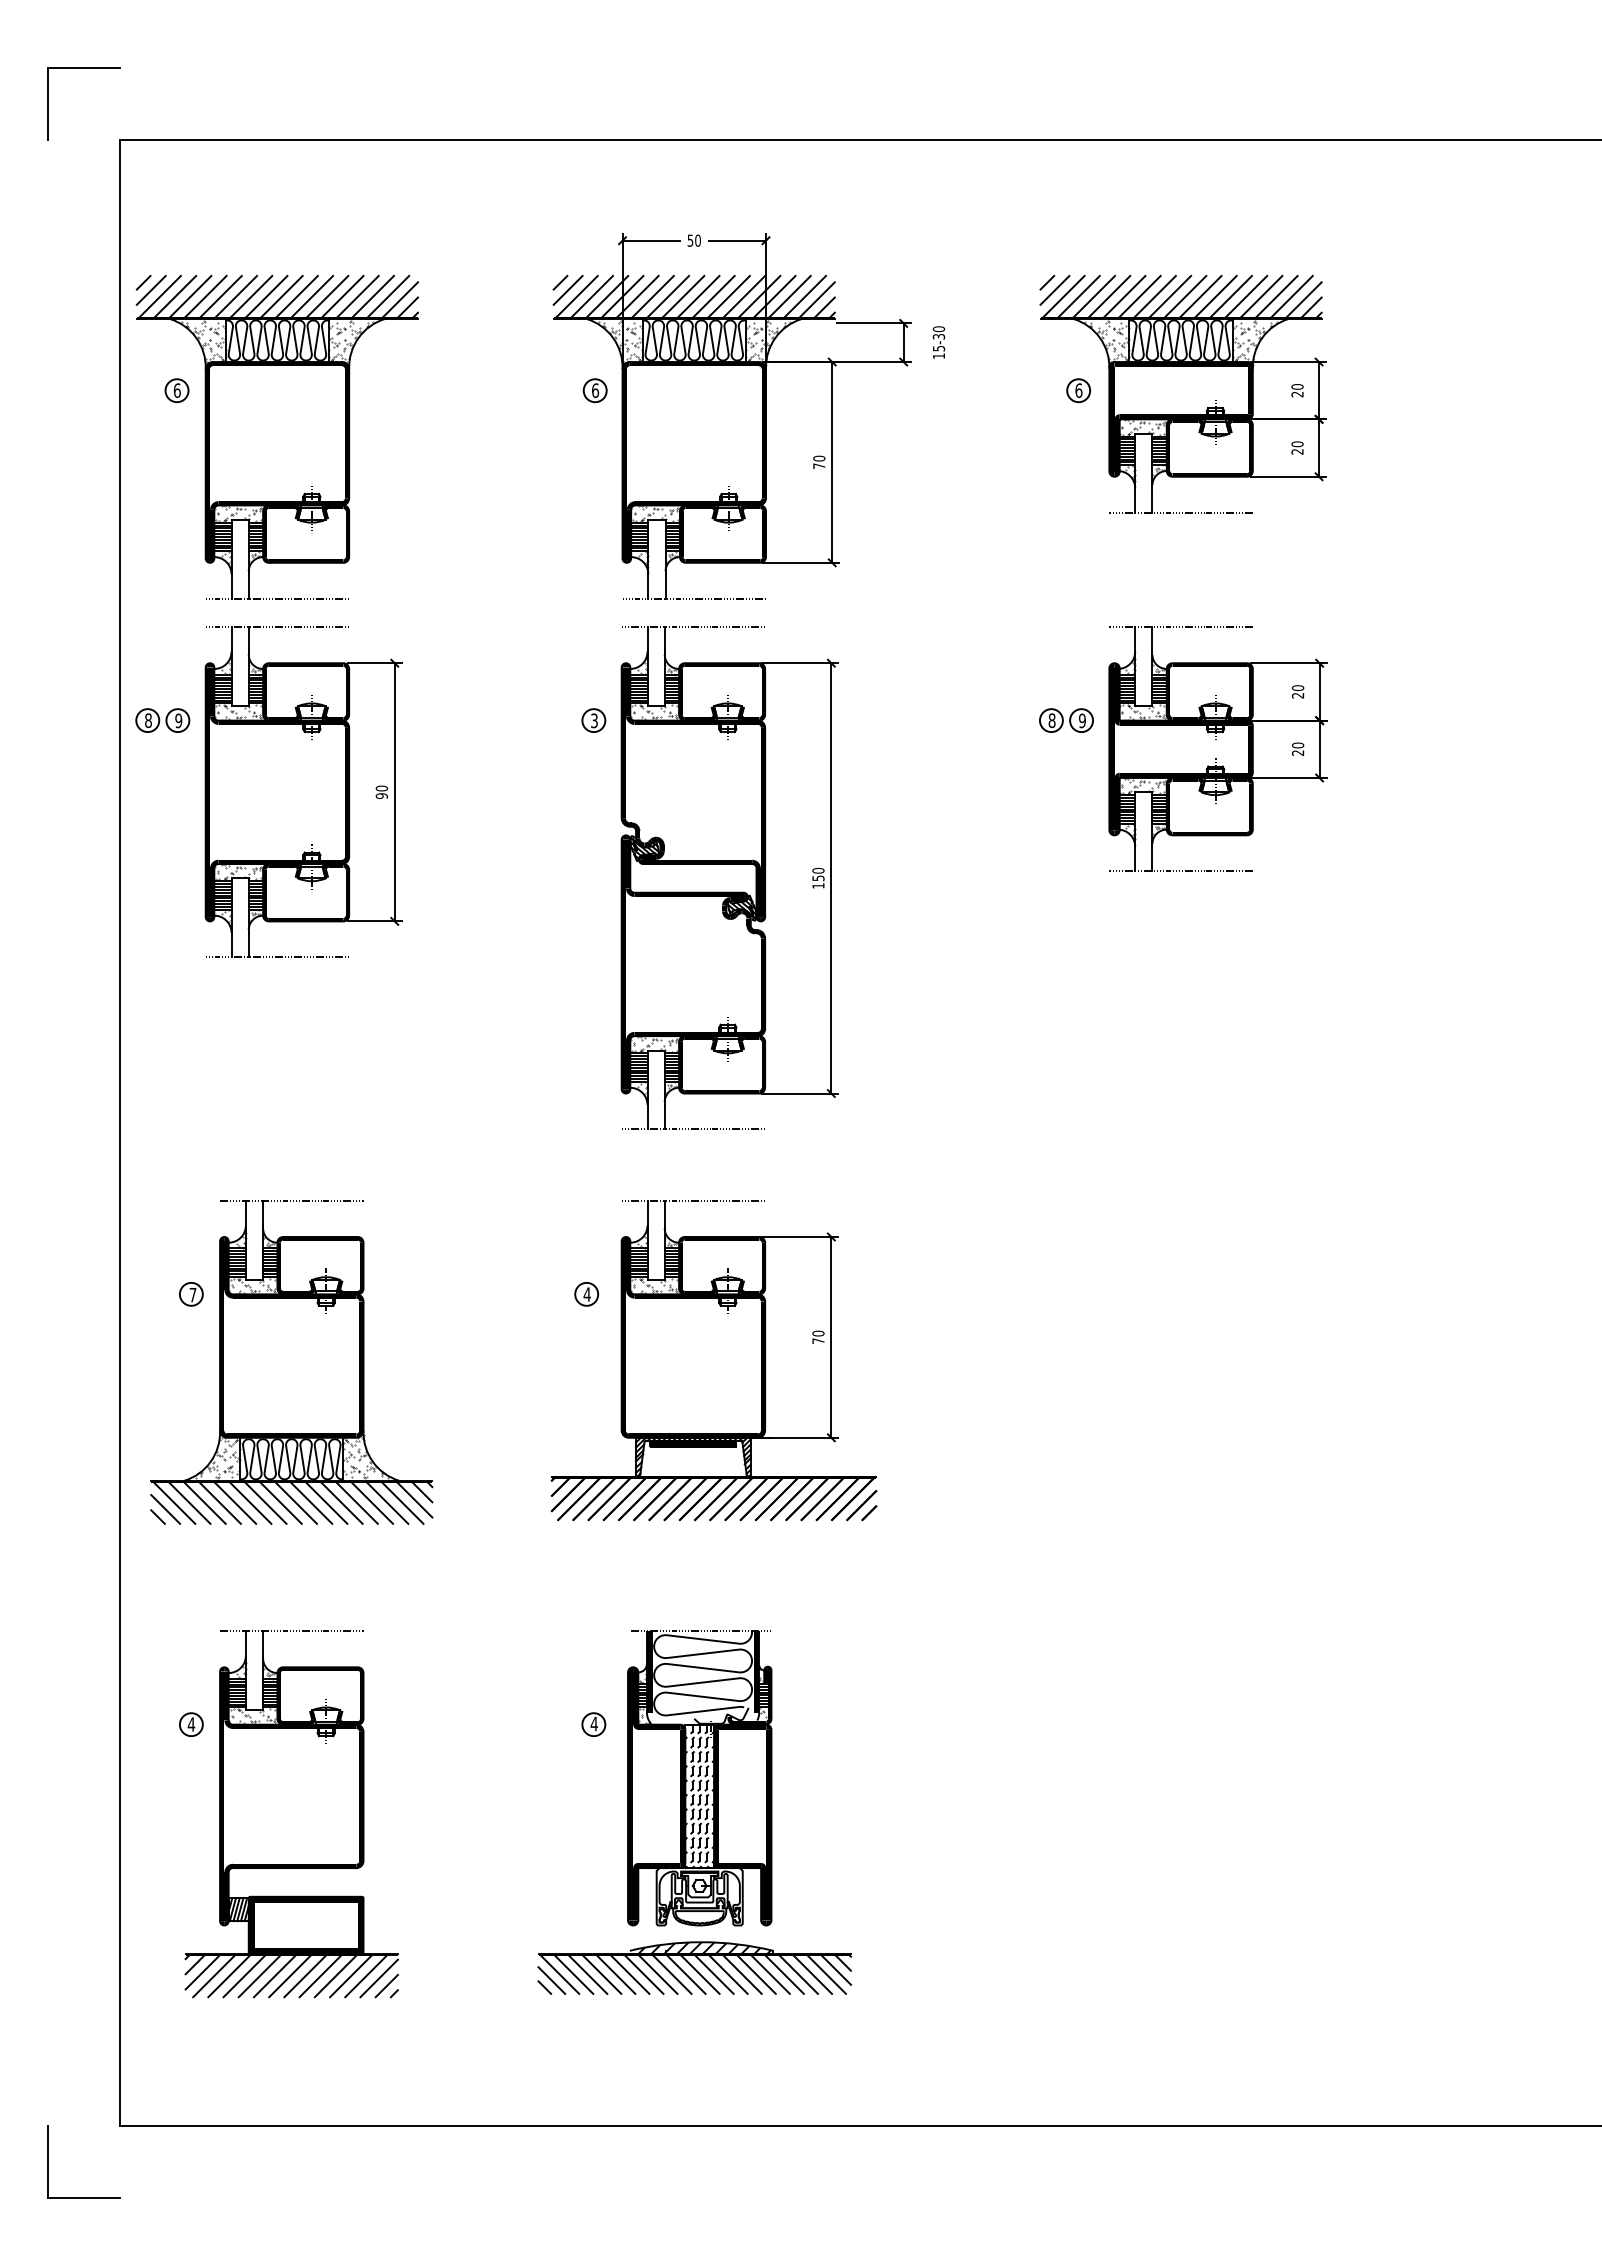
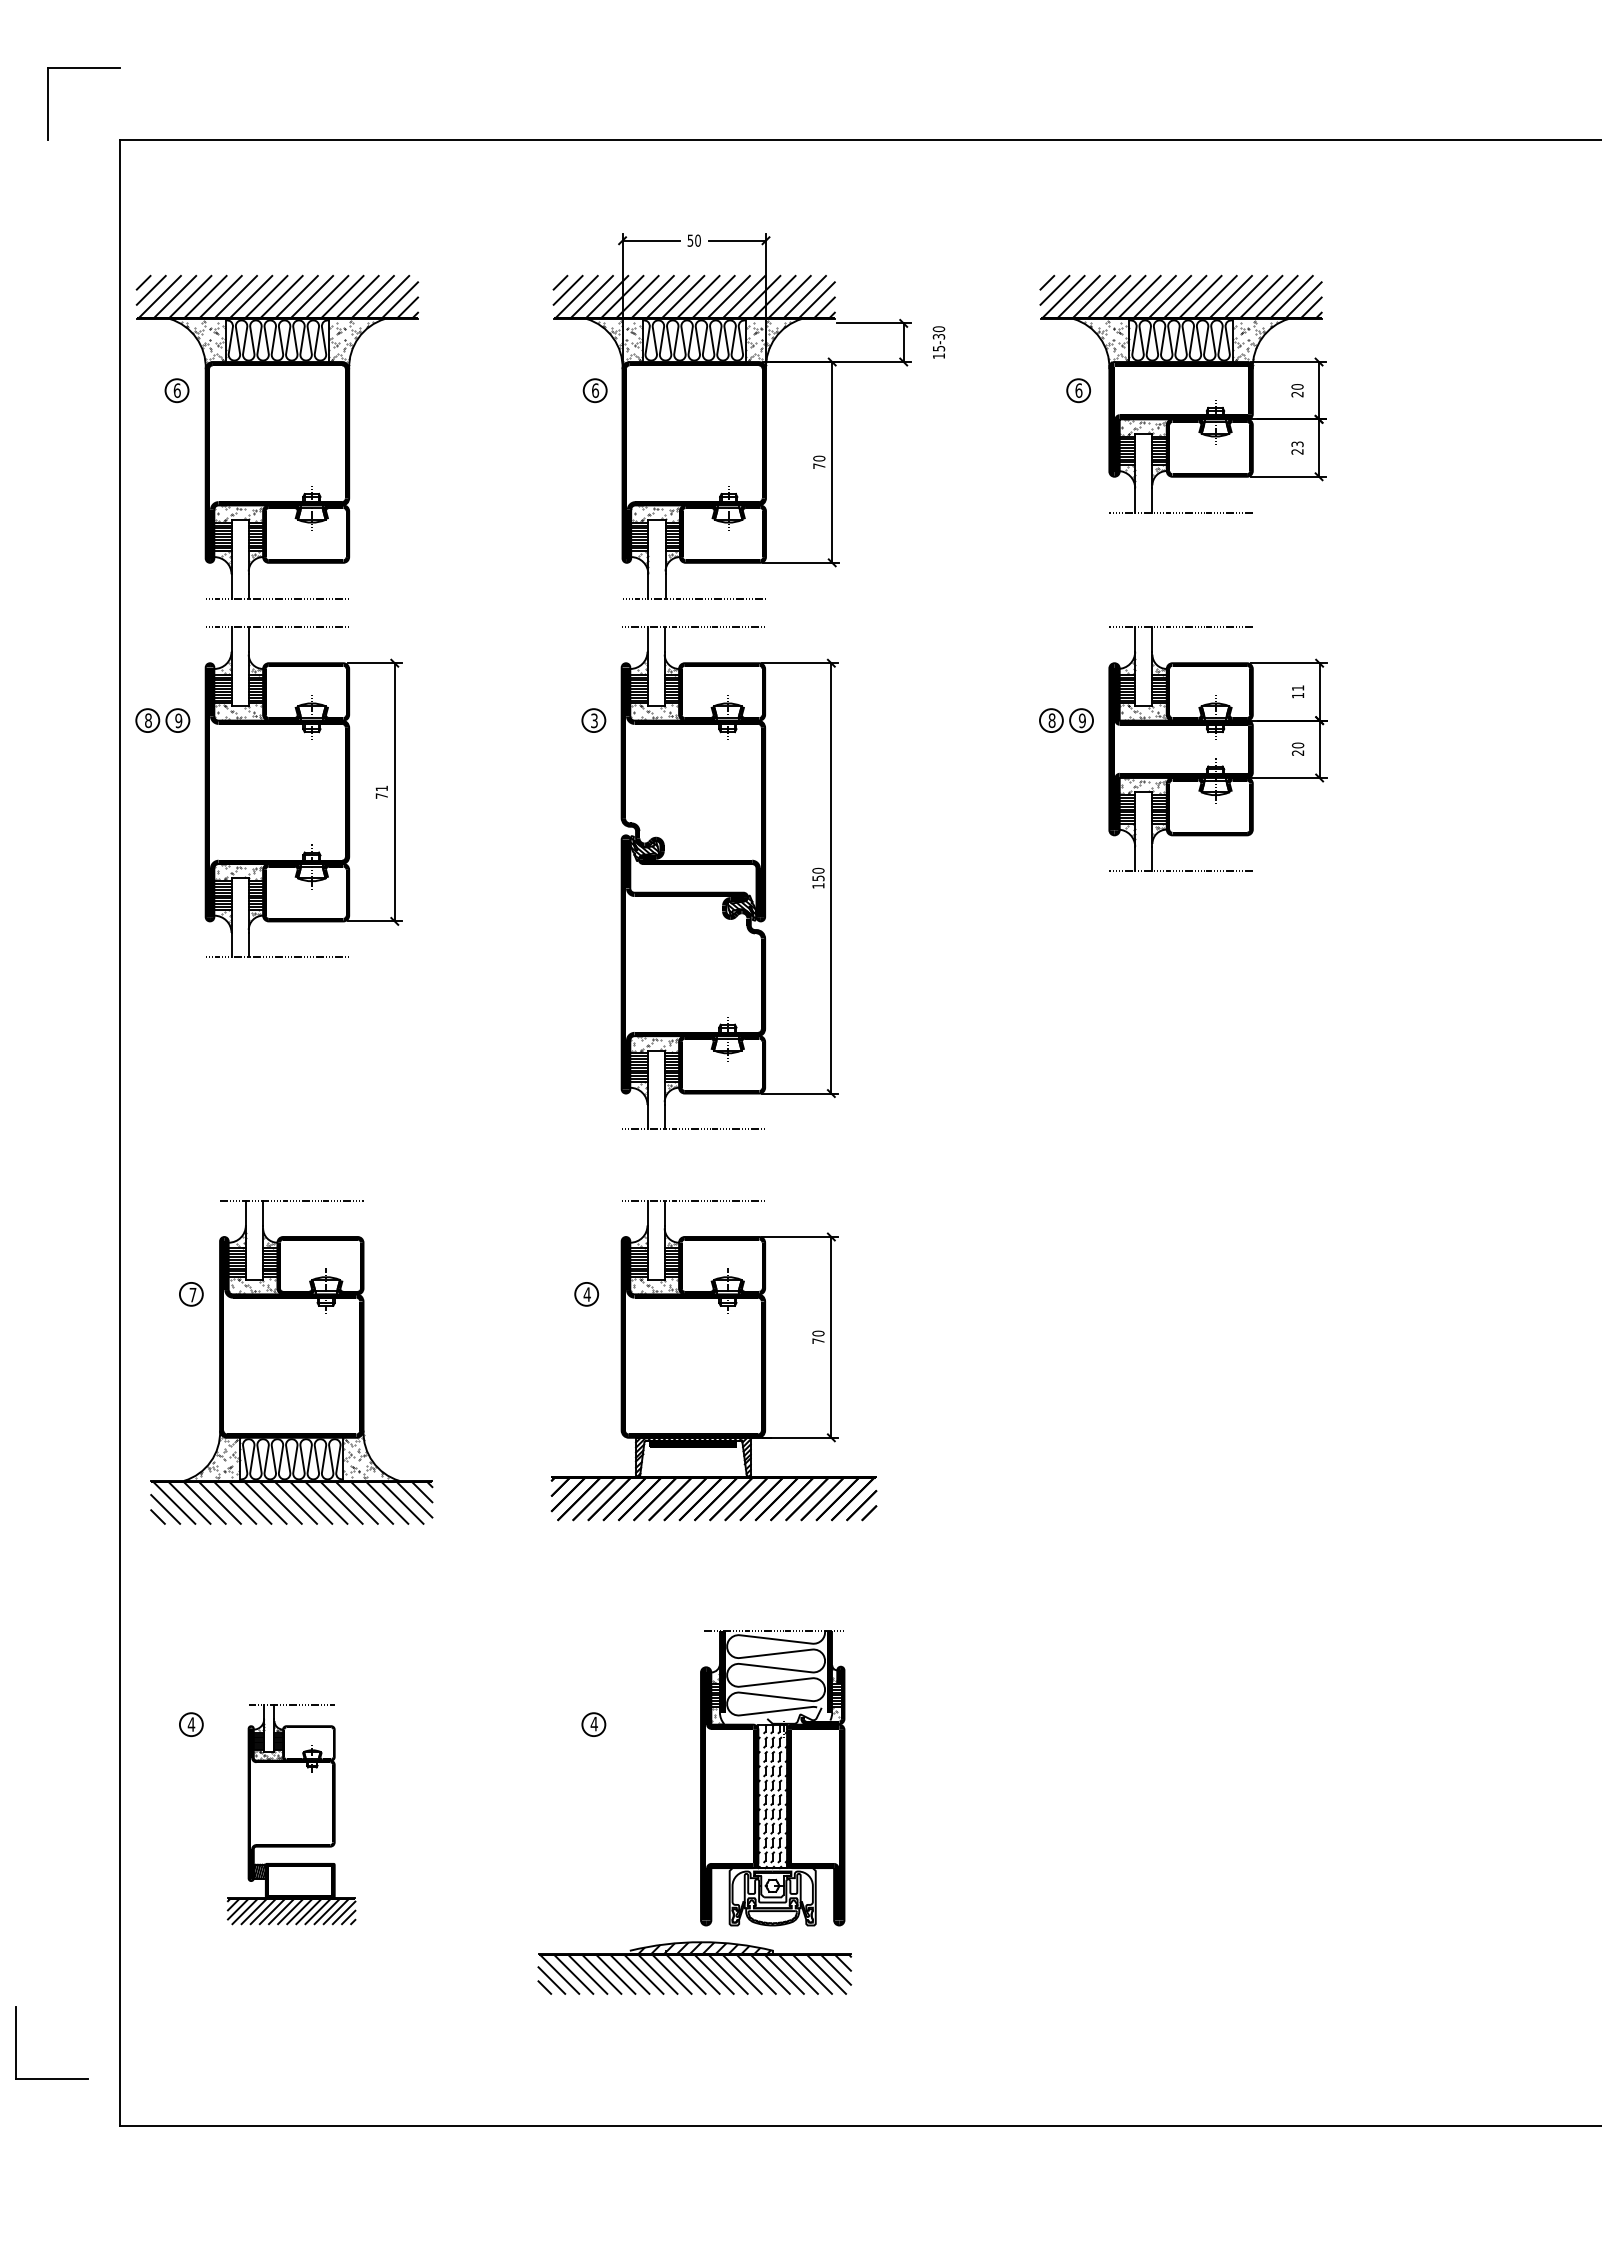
text at (1297, 444): 20 -> 23
text at (1298, 691): 20 -> 11
text at (381, 792): 90 -> 71
part at (699, 1778) position: (699, 1778) -> (772, 1778)
part at (291, 1814) size: 215x369 px -> 131x222 px
part at (48, 2161) position: (48, 2161) -> (16, 2042)
